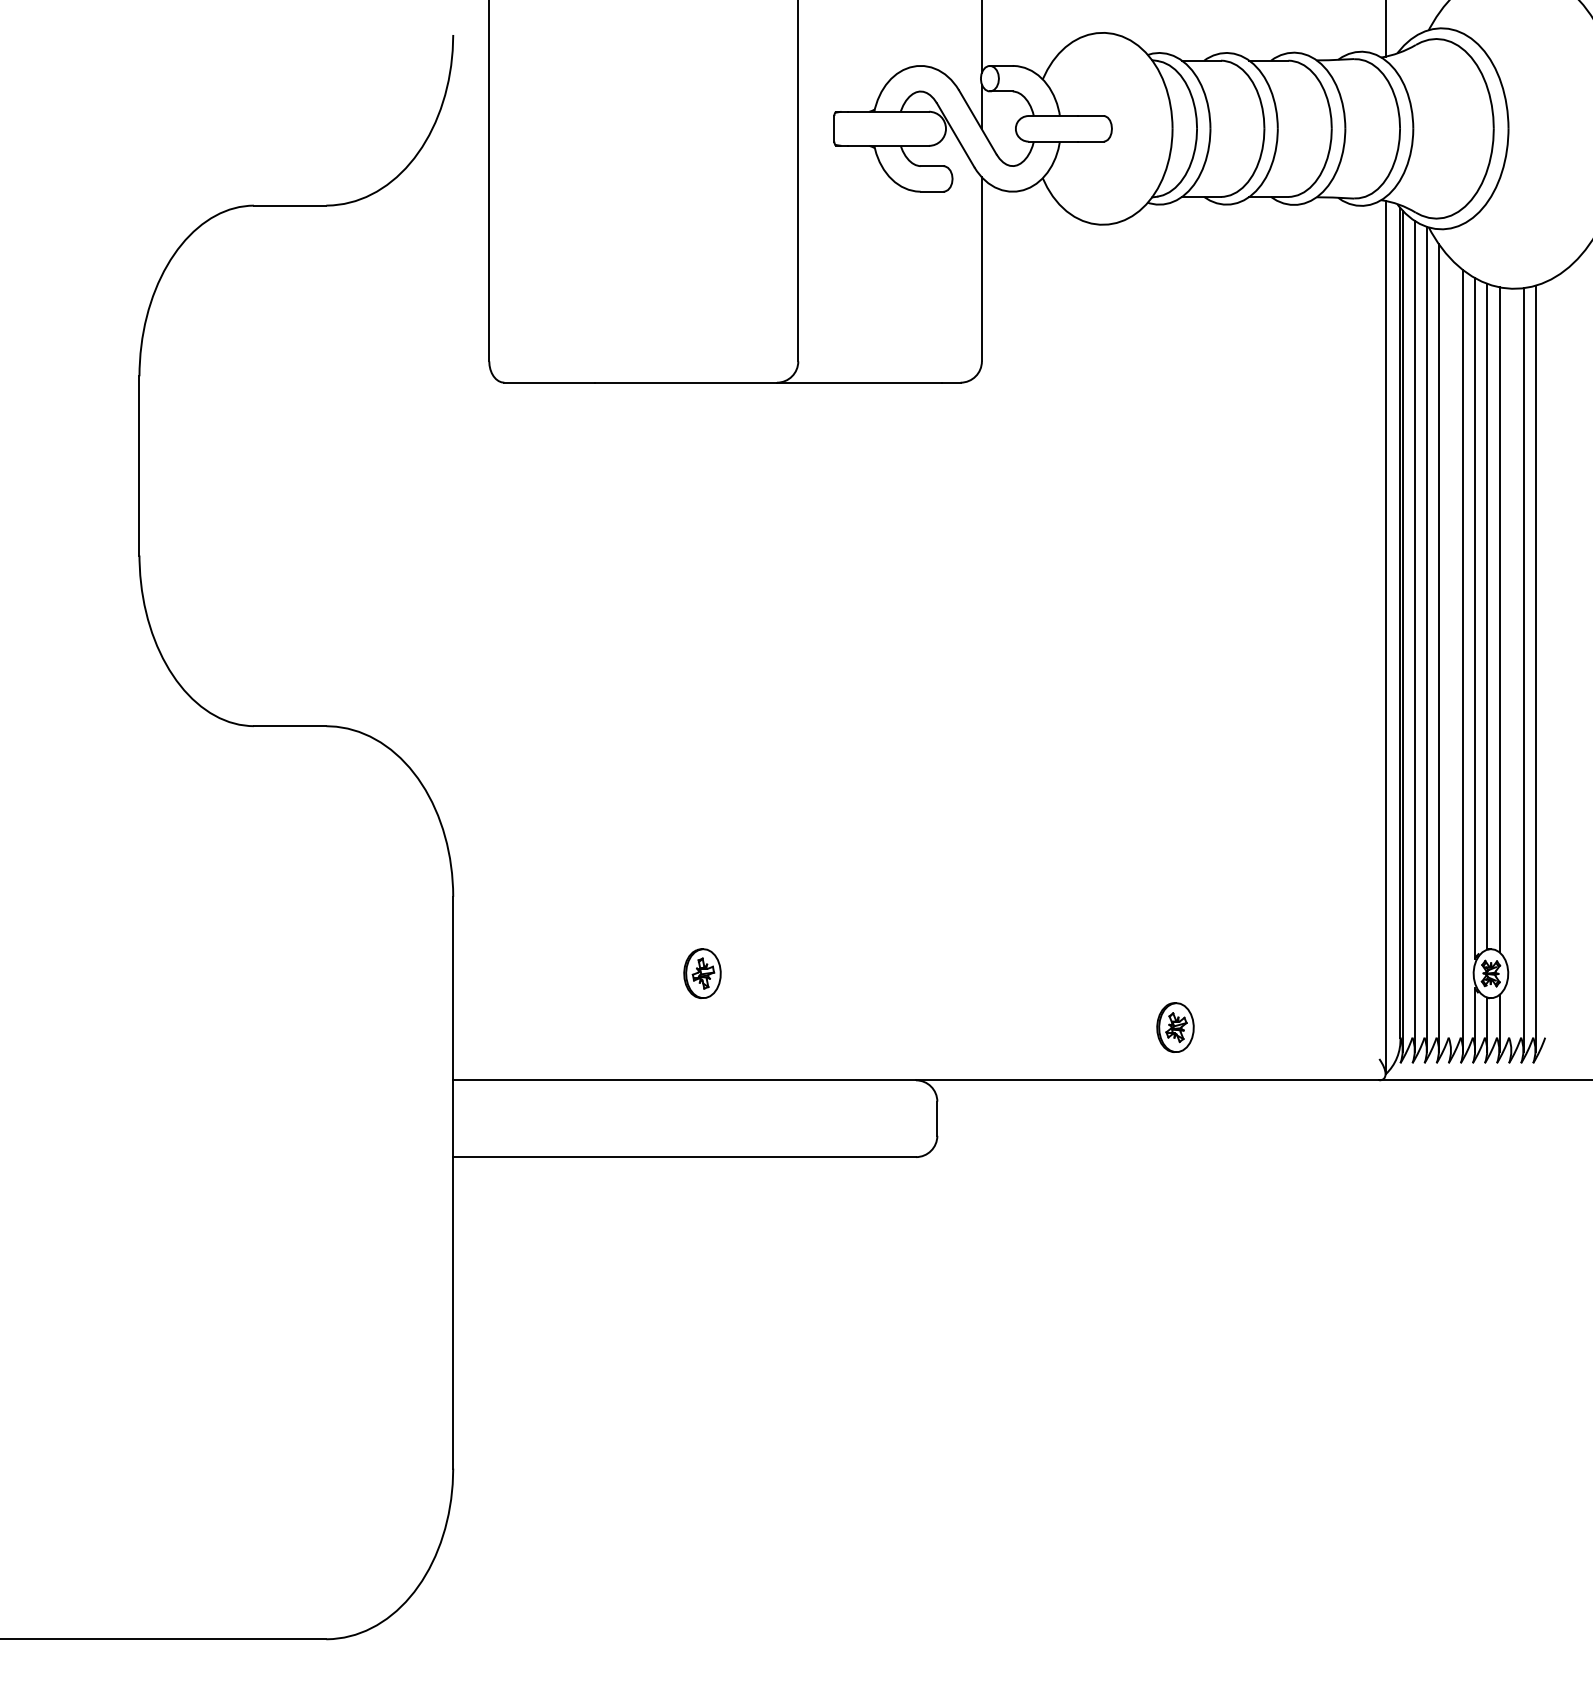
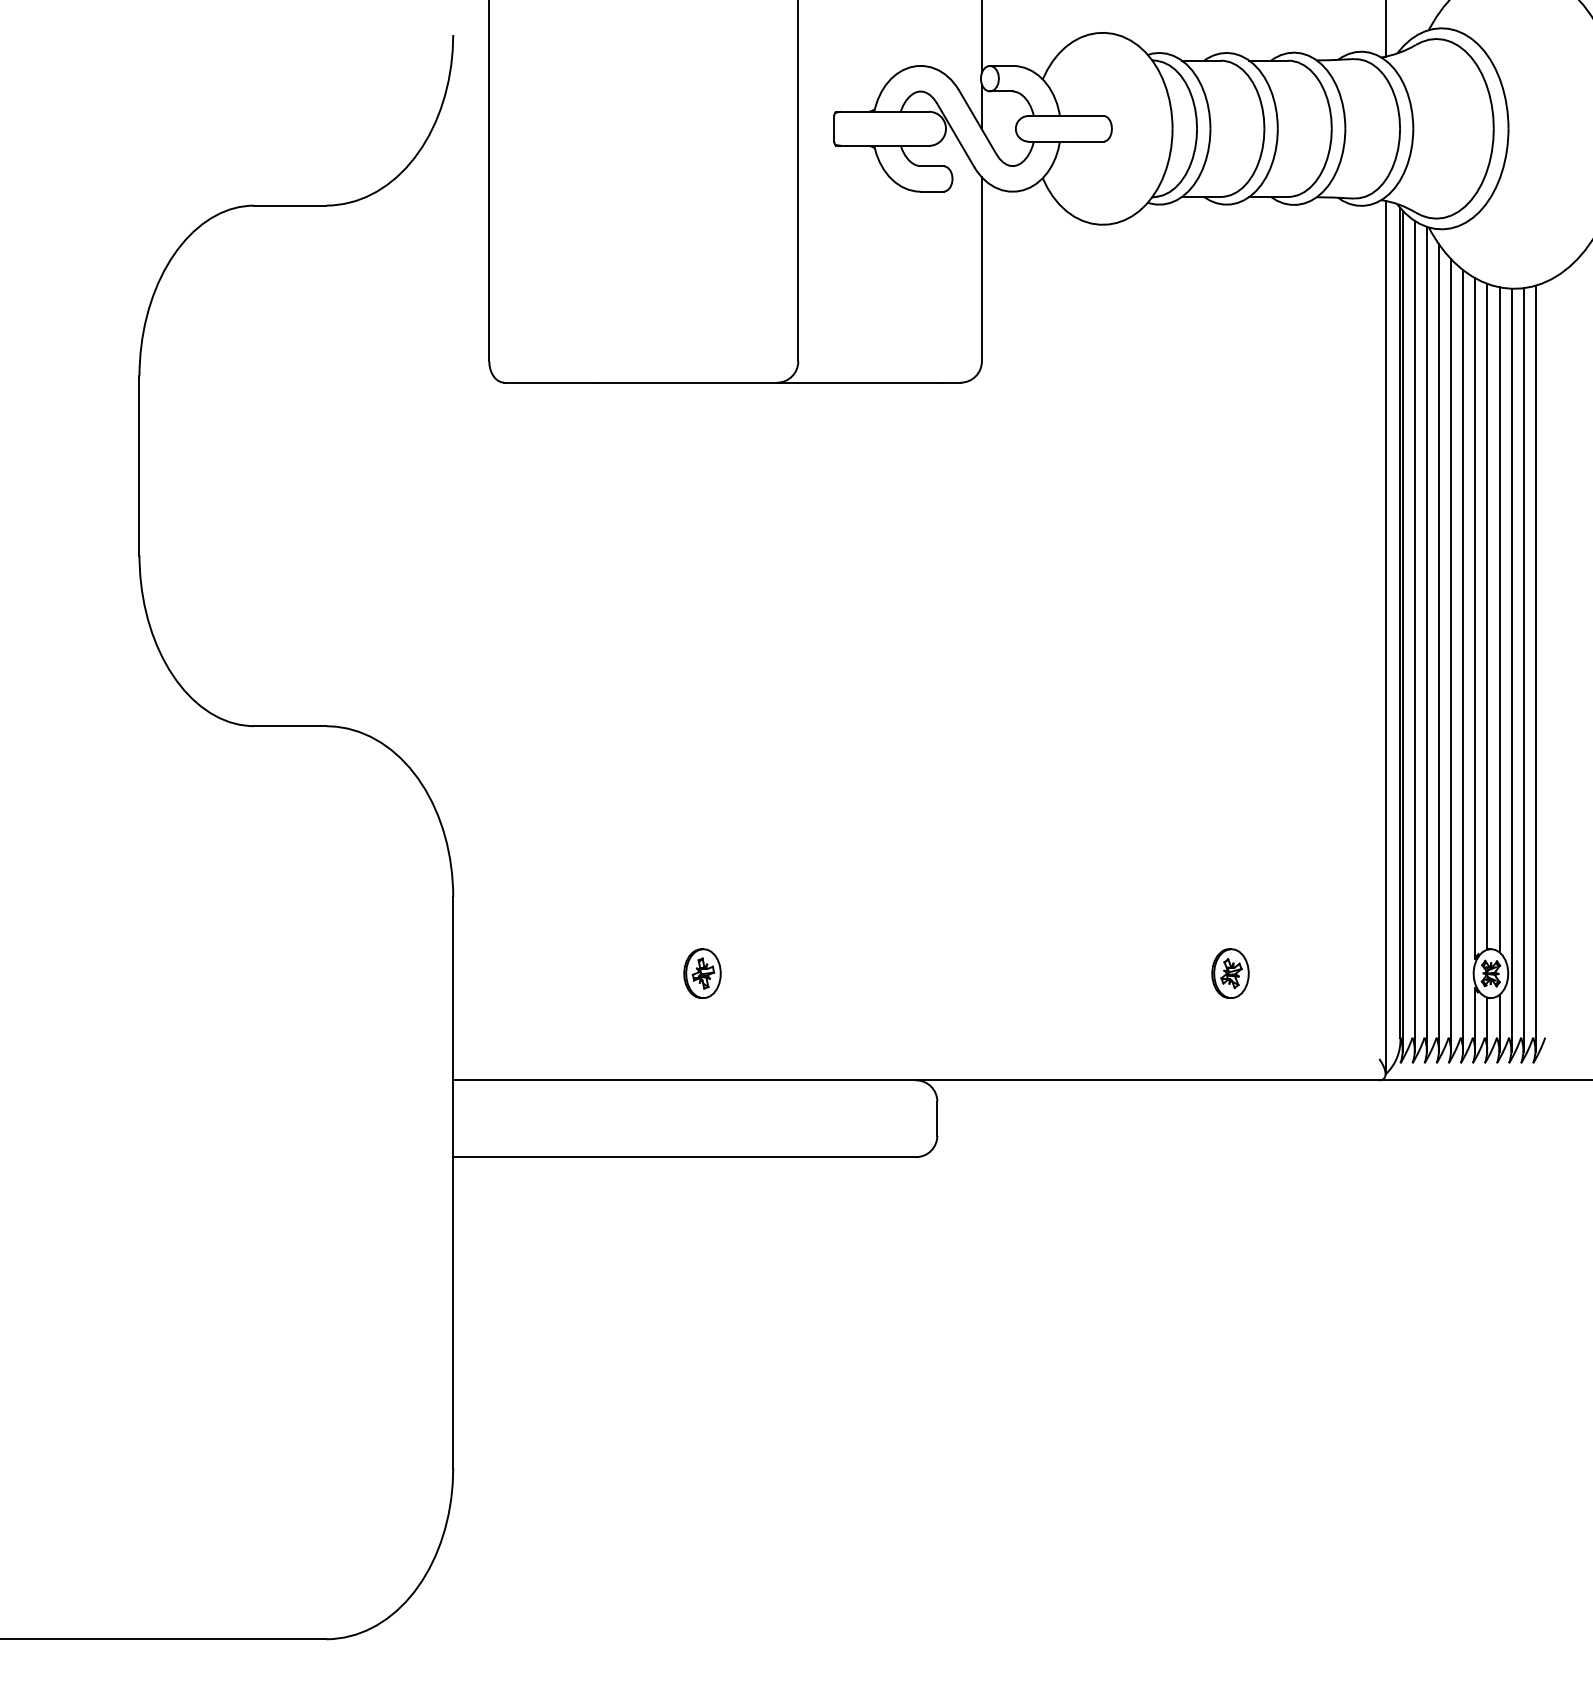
line at (1451, 655): none -> present
line at (1511, 669): none -> present
part at (1175, 1027) position: (1175, 1027) -> (1230, 973)
